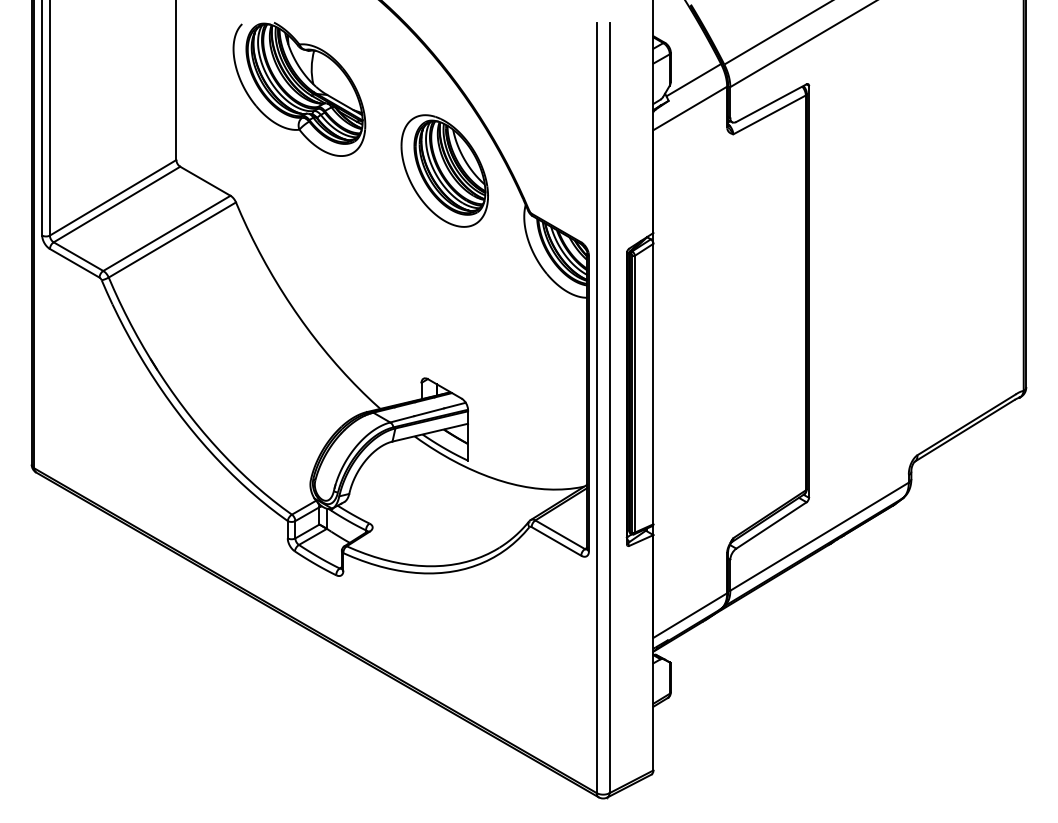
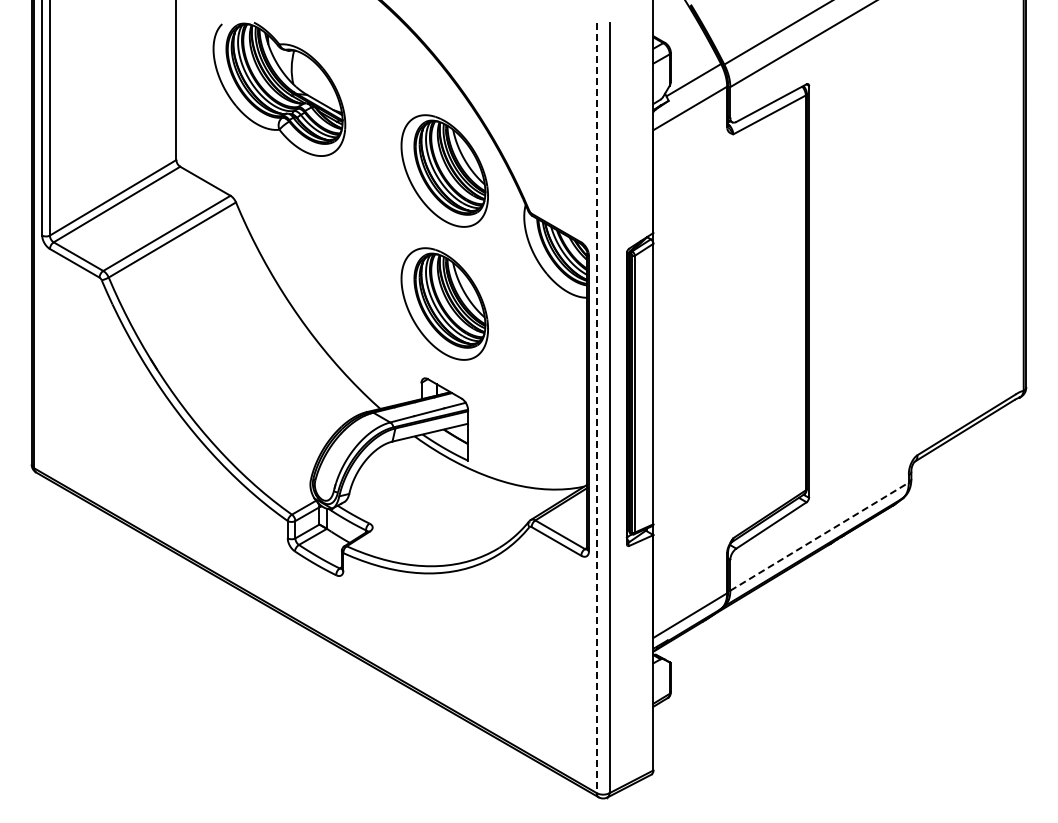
part at (299, 89) position: (299, 89) -> (279, 89)
part at (444, 303): none -> present
line at (596, 408): solid -> dashed
line at (819, 536): solid -> dashed
